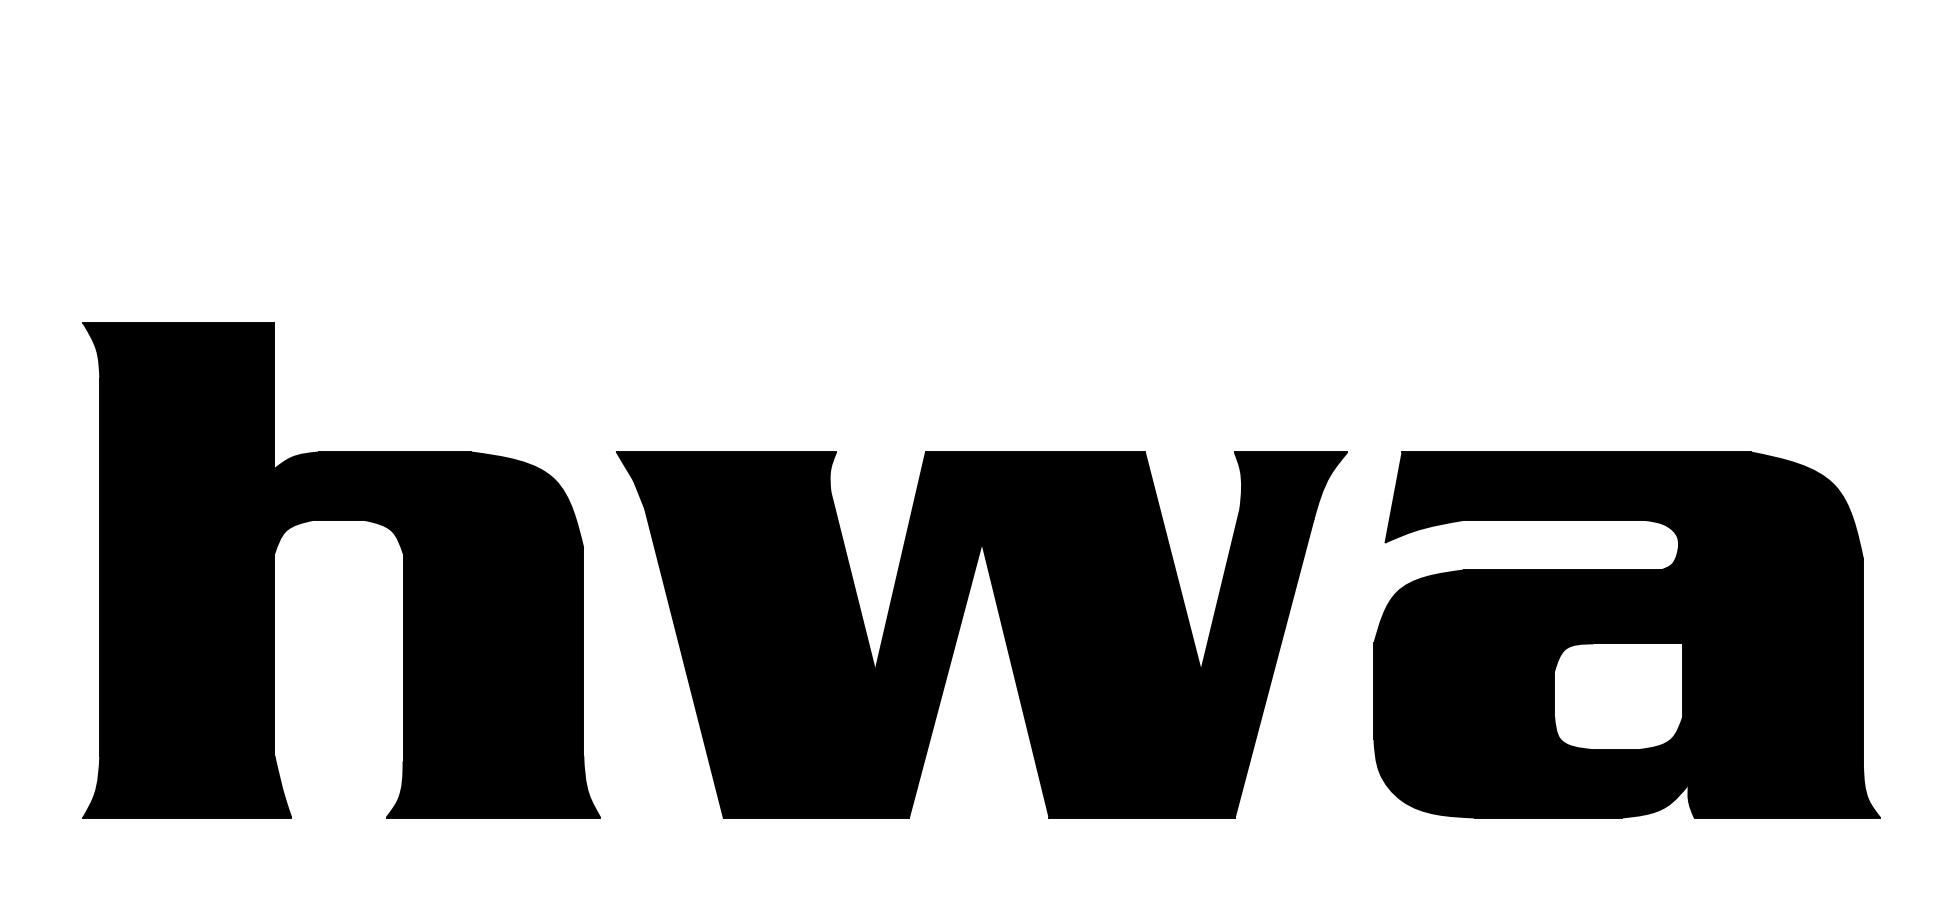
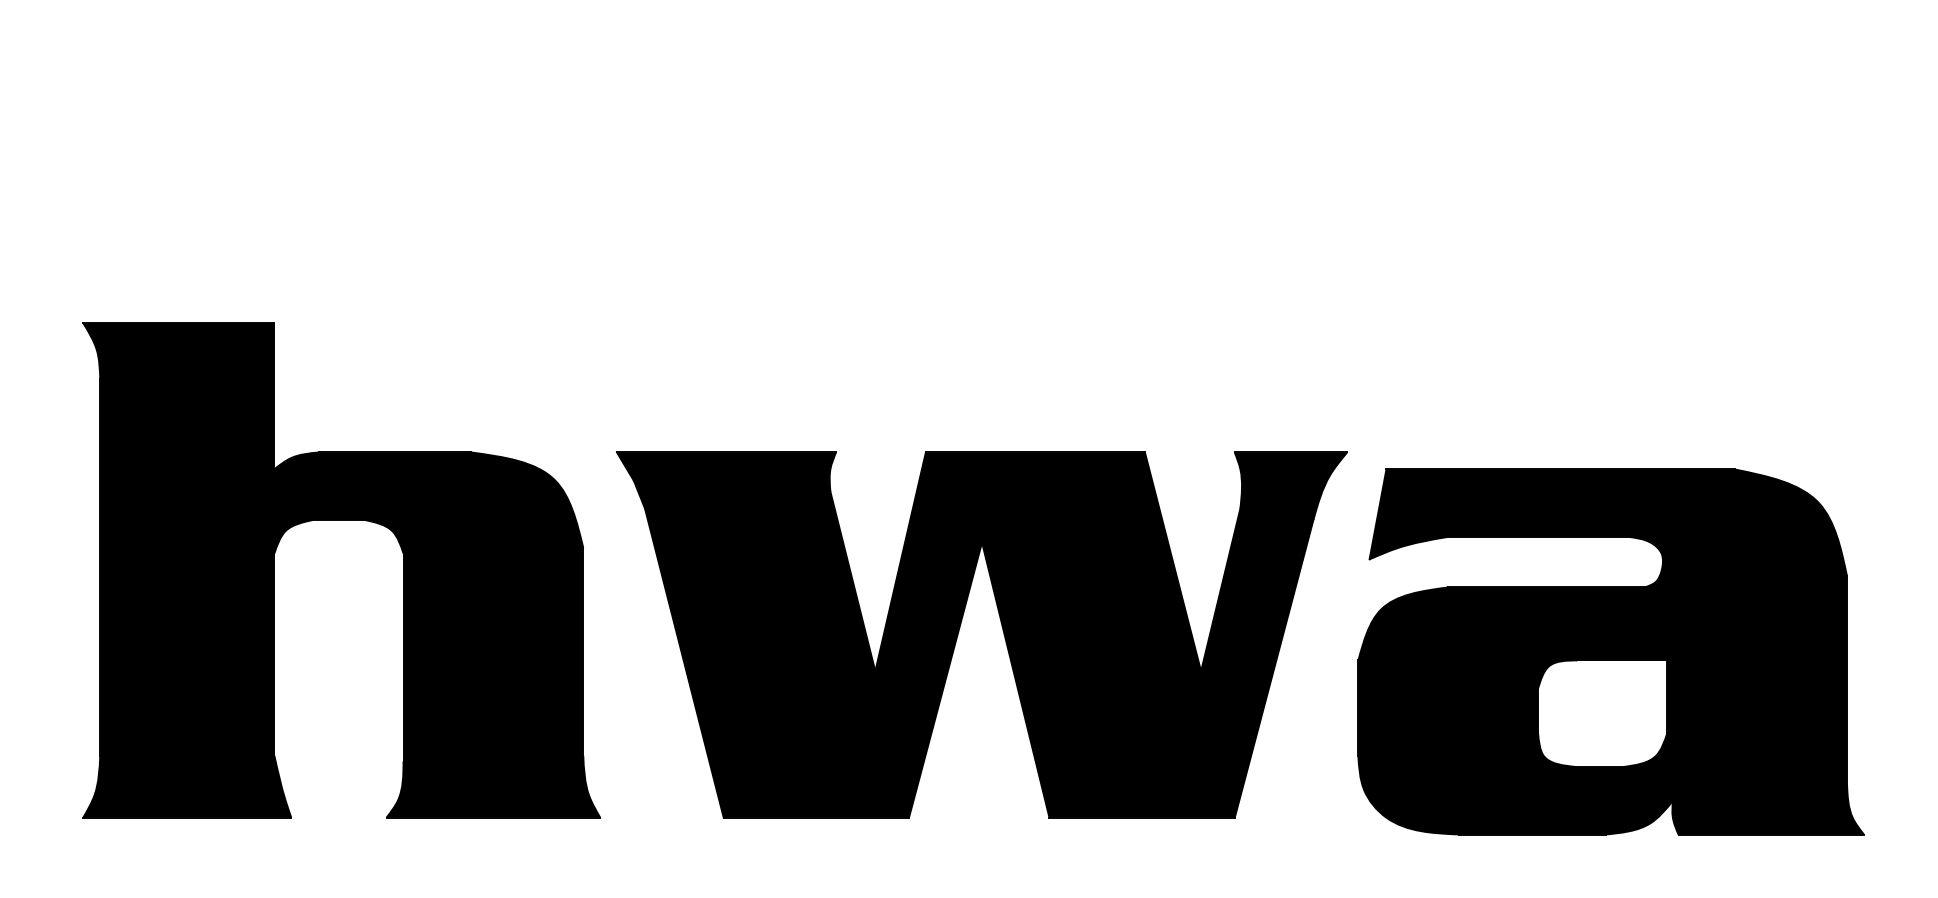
part at (1626, 634) position: (1626, 634) -> (1610, 651)
